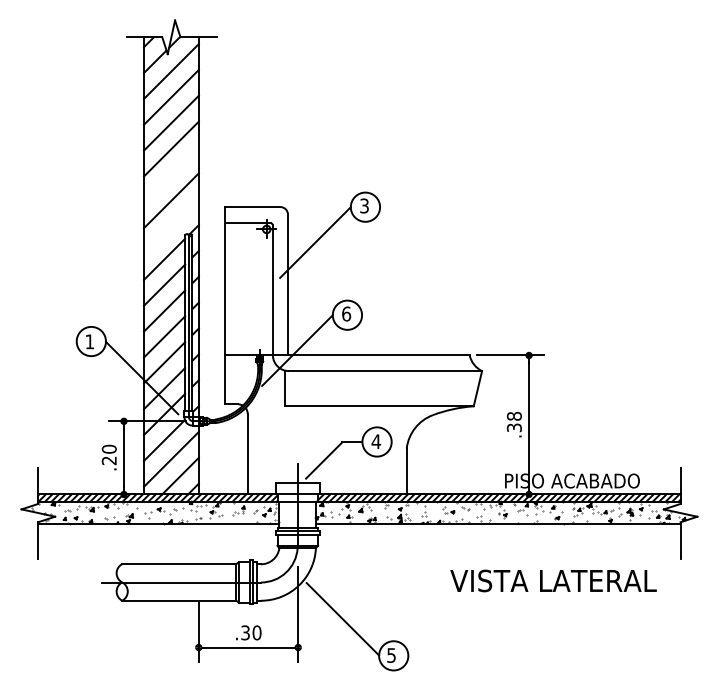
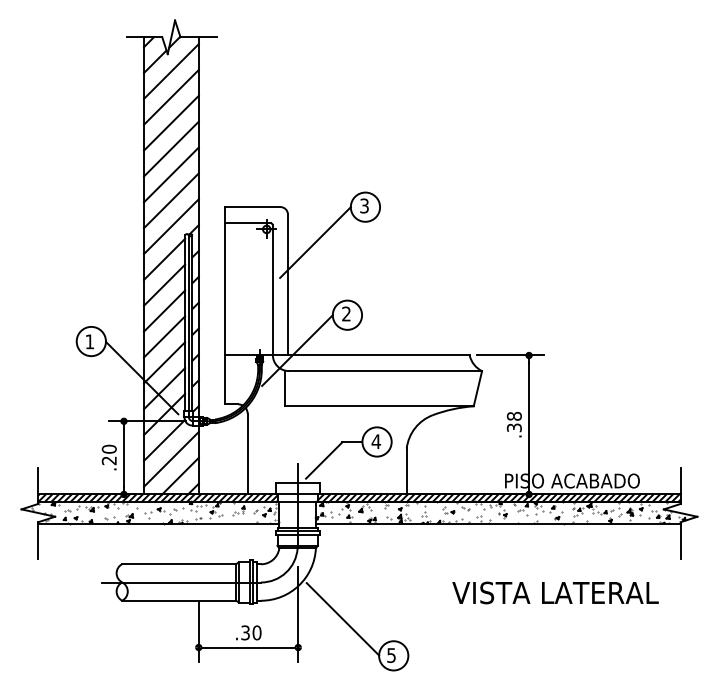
line at (171, 174): none -> present
line at (171, 226): none -> present
text at (346, 313): 6 -> 2
text at (553, 580) position: (553, 580) -> (555, 592)
